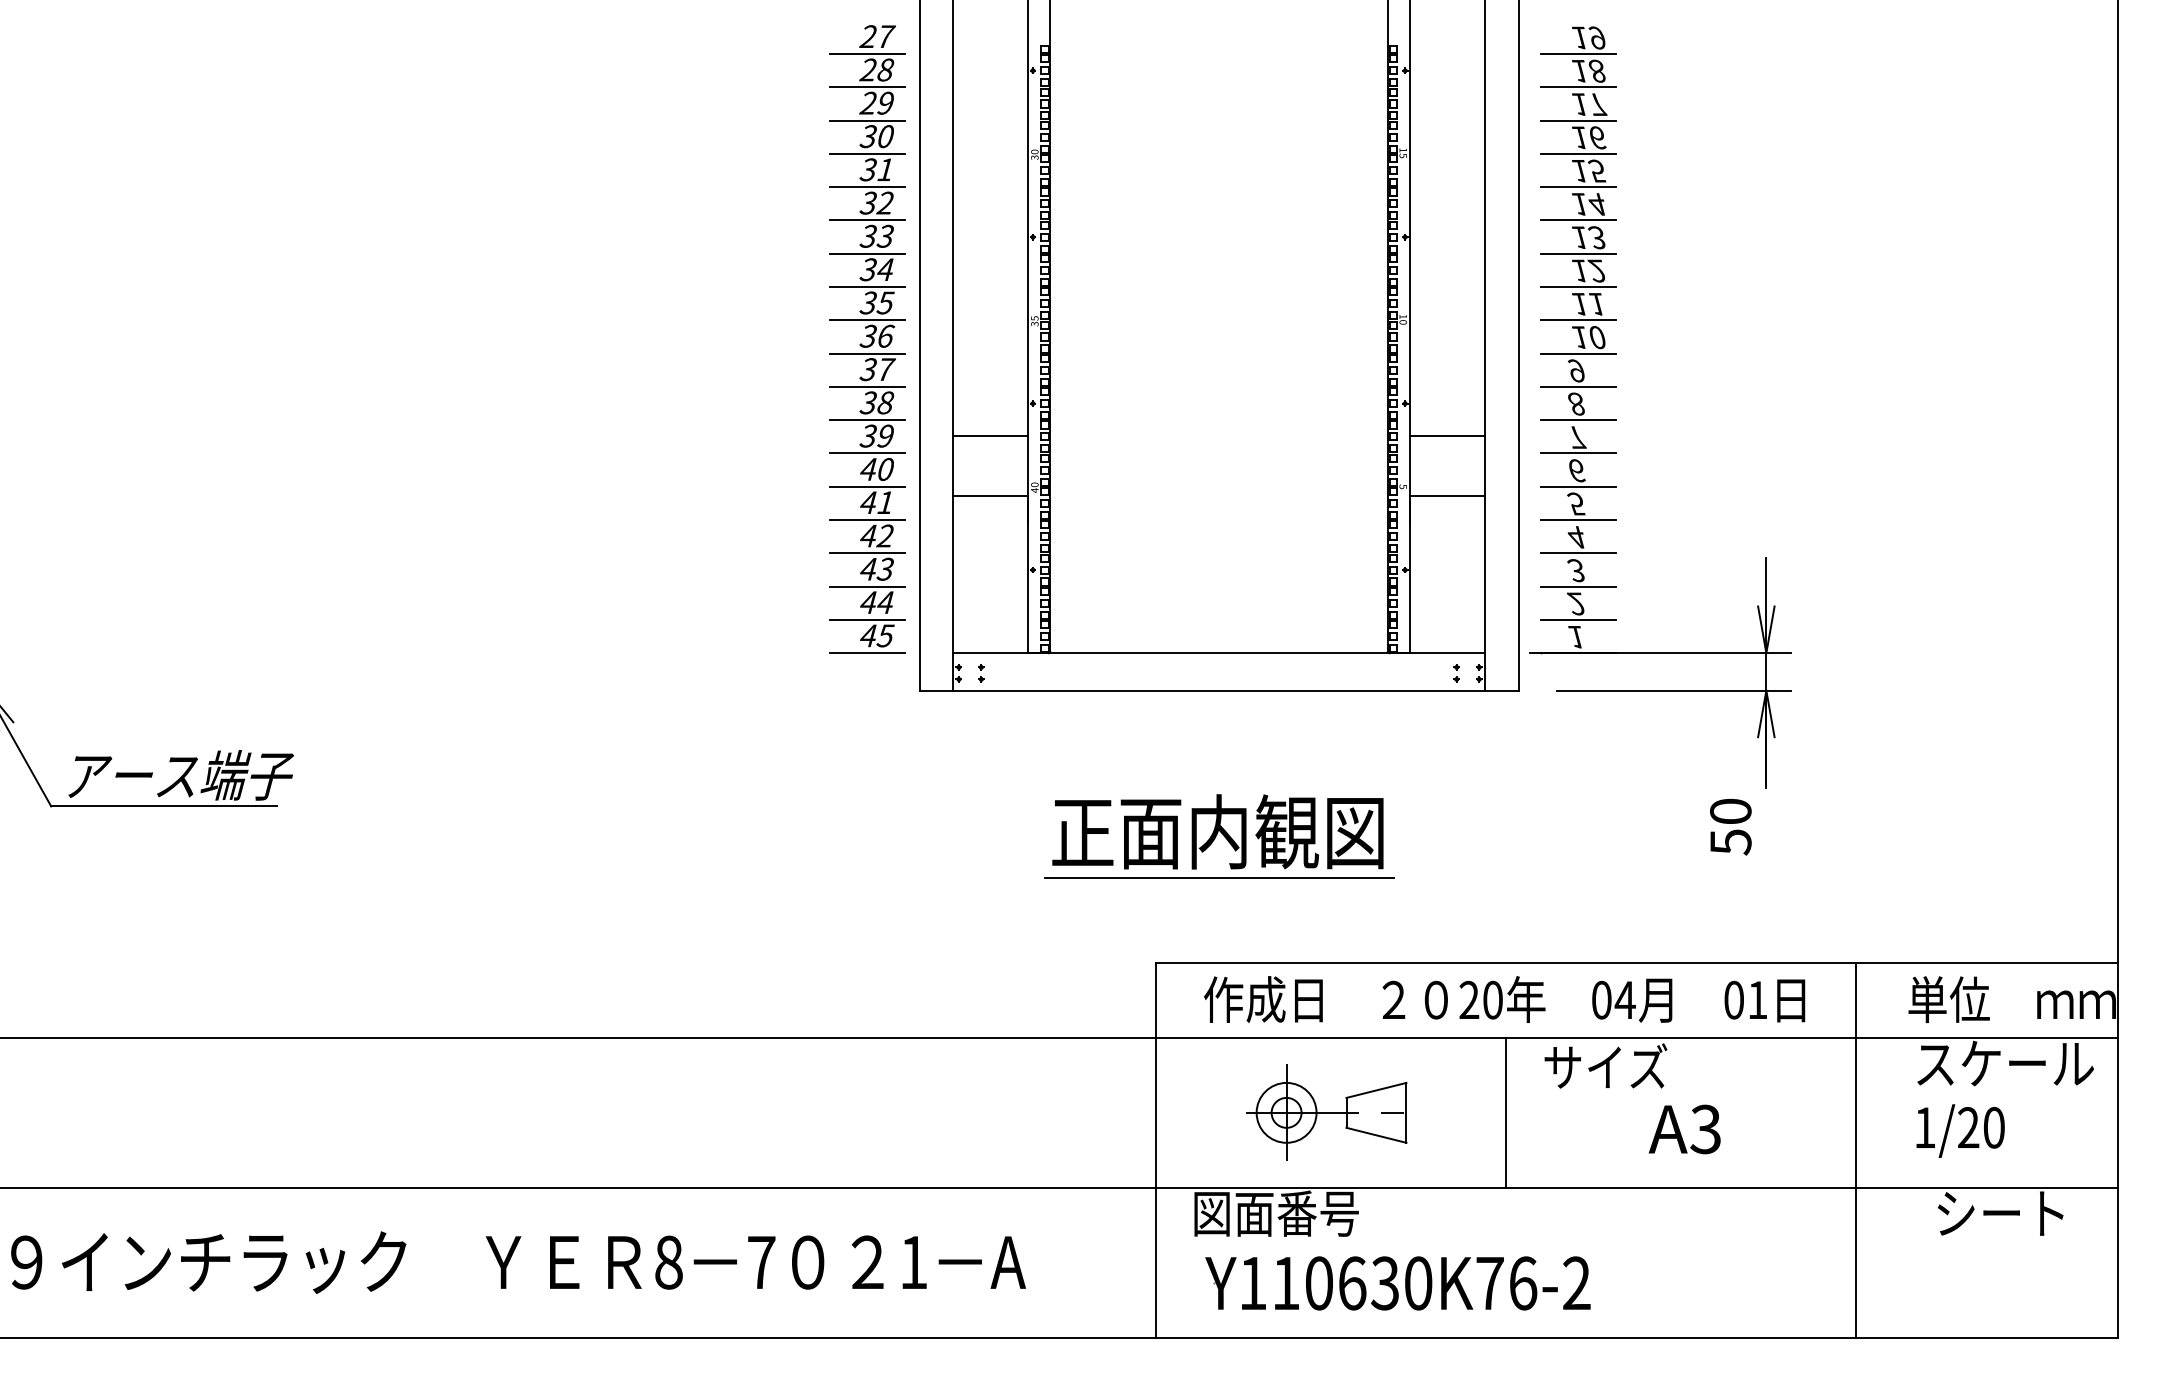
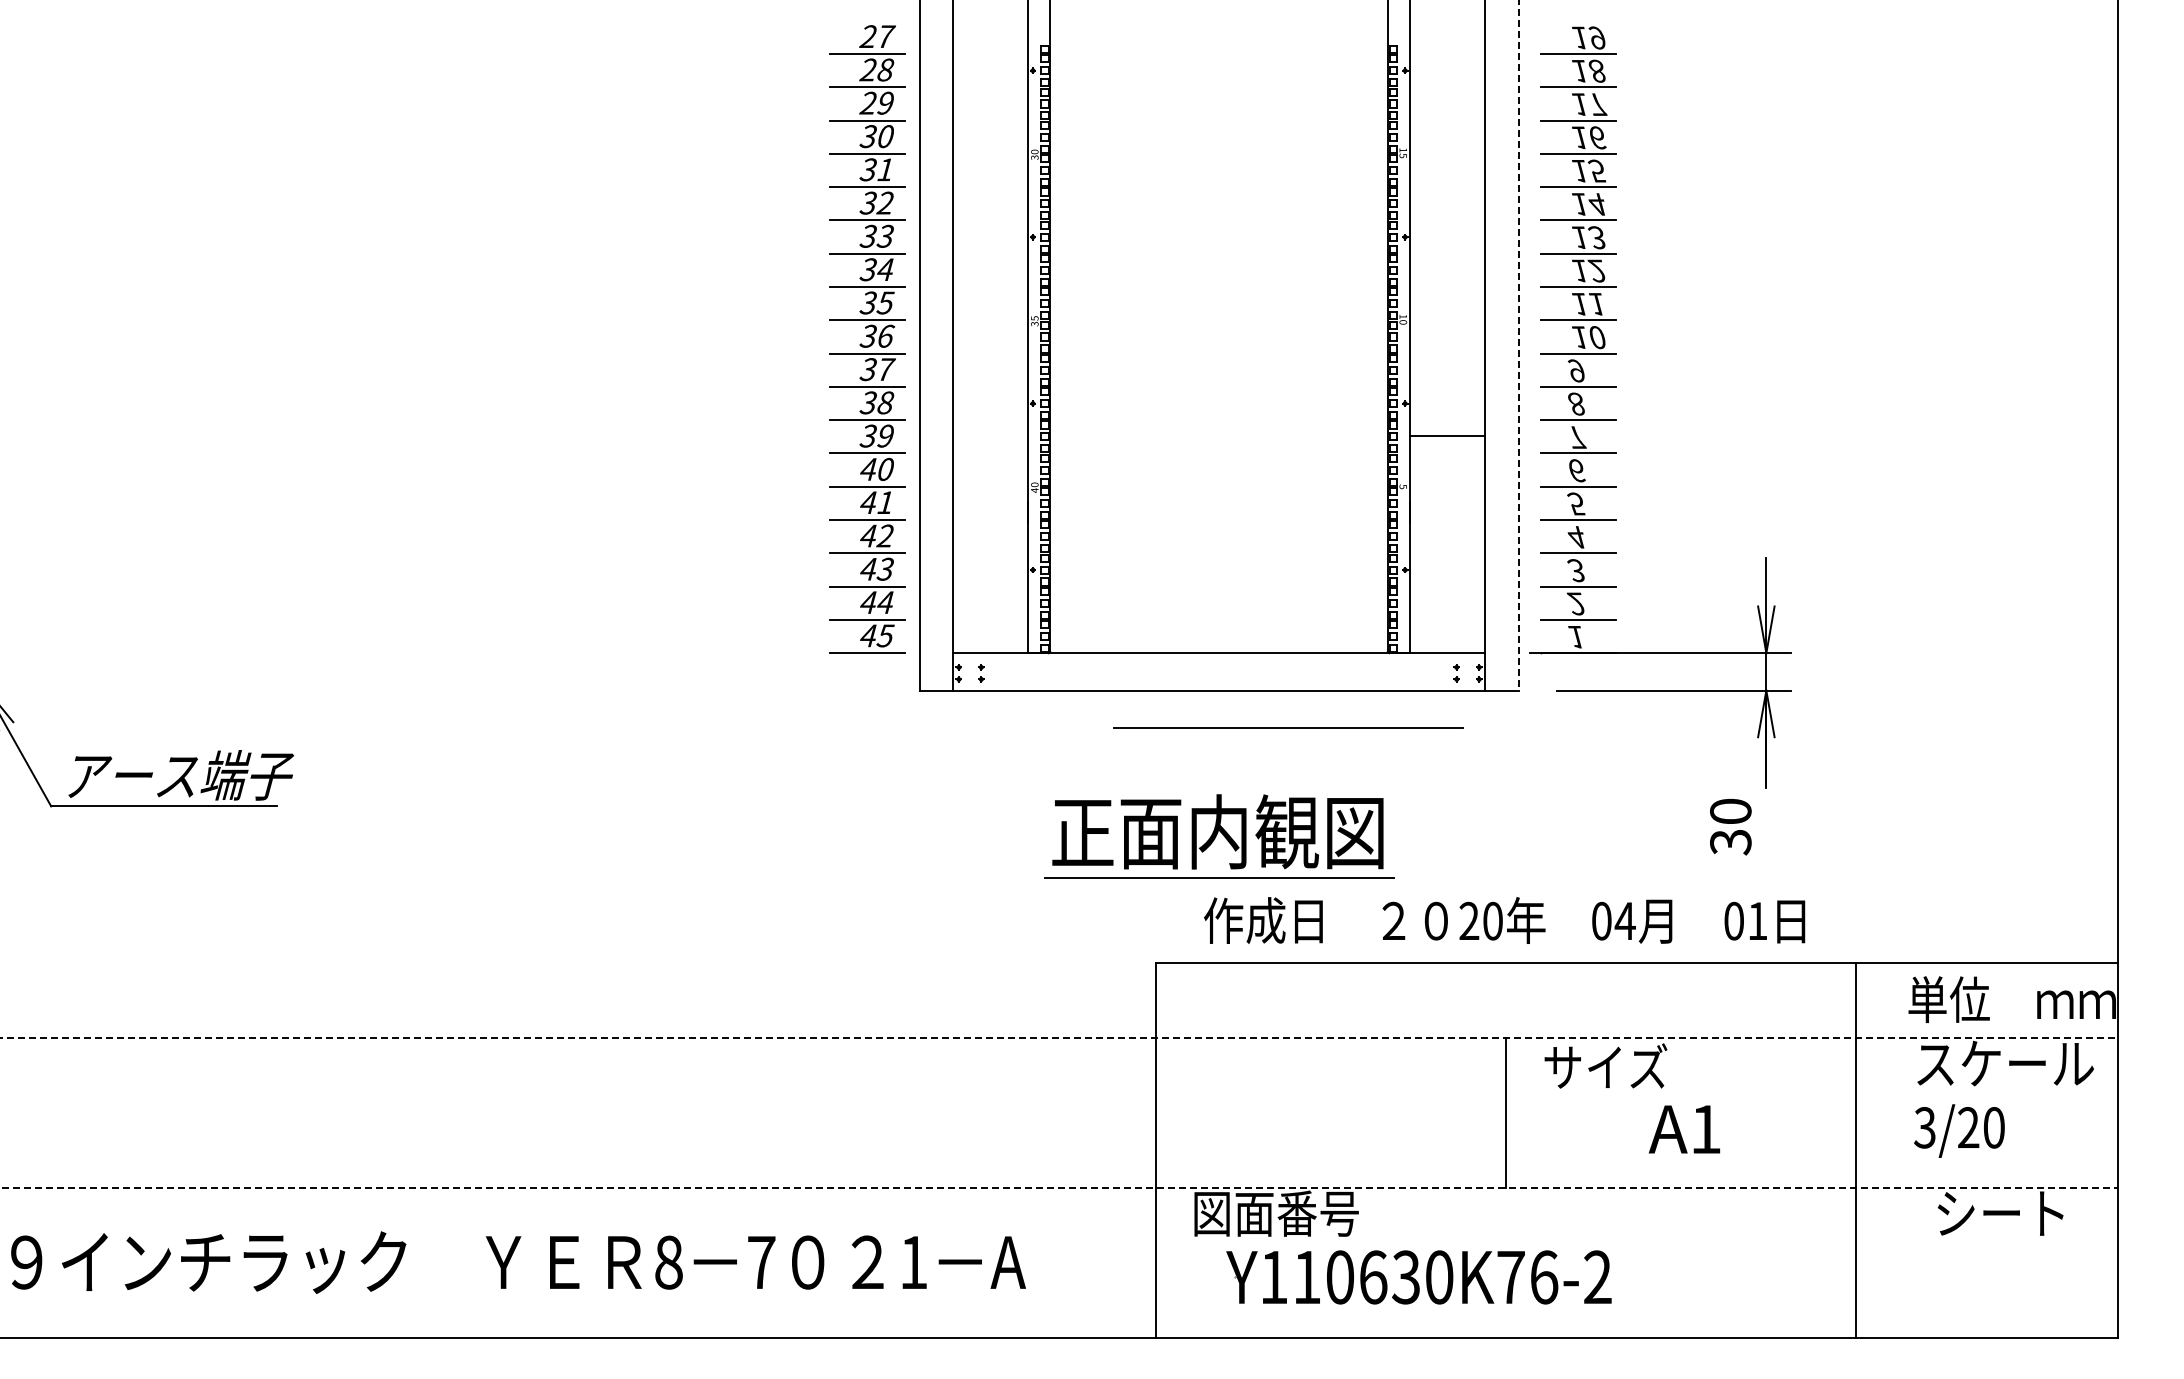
line at (1518, 345): solid -> dashed
line at (990, 436): present -> none
line at (990, 495): present -> none
line at (1447, 495): present -> none
line at (1288, 727): none -> present
text at (1730, 842): 50 -> 30
text at (1504, 999) position: (1504, 999) -> (1504, 920)
line at (1059, 1037): solid -> dashed
part at (1326, 1112): present -> none
text at (1924, 1127): 1/20 -> 3/20
text at (1705, 1129): A3 -> A1
line at (1059, 1187): solid -> dashed
part at (1397, 1283) position: (1397, 1283) -> (1418, 1277)
